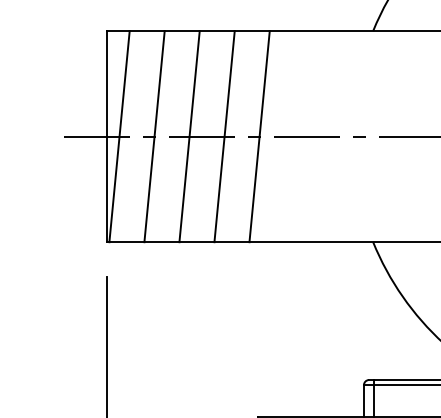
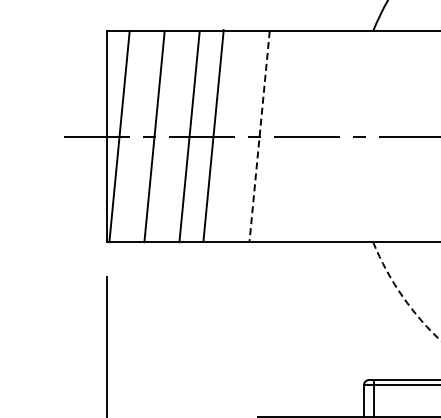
line at (224, 136) position: (224, 136) -> (213, 135)
line at (259, 137): solid -> dashed
arc at (402, 295): solid -> dashed
